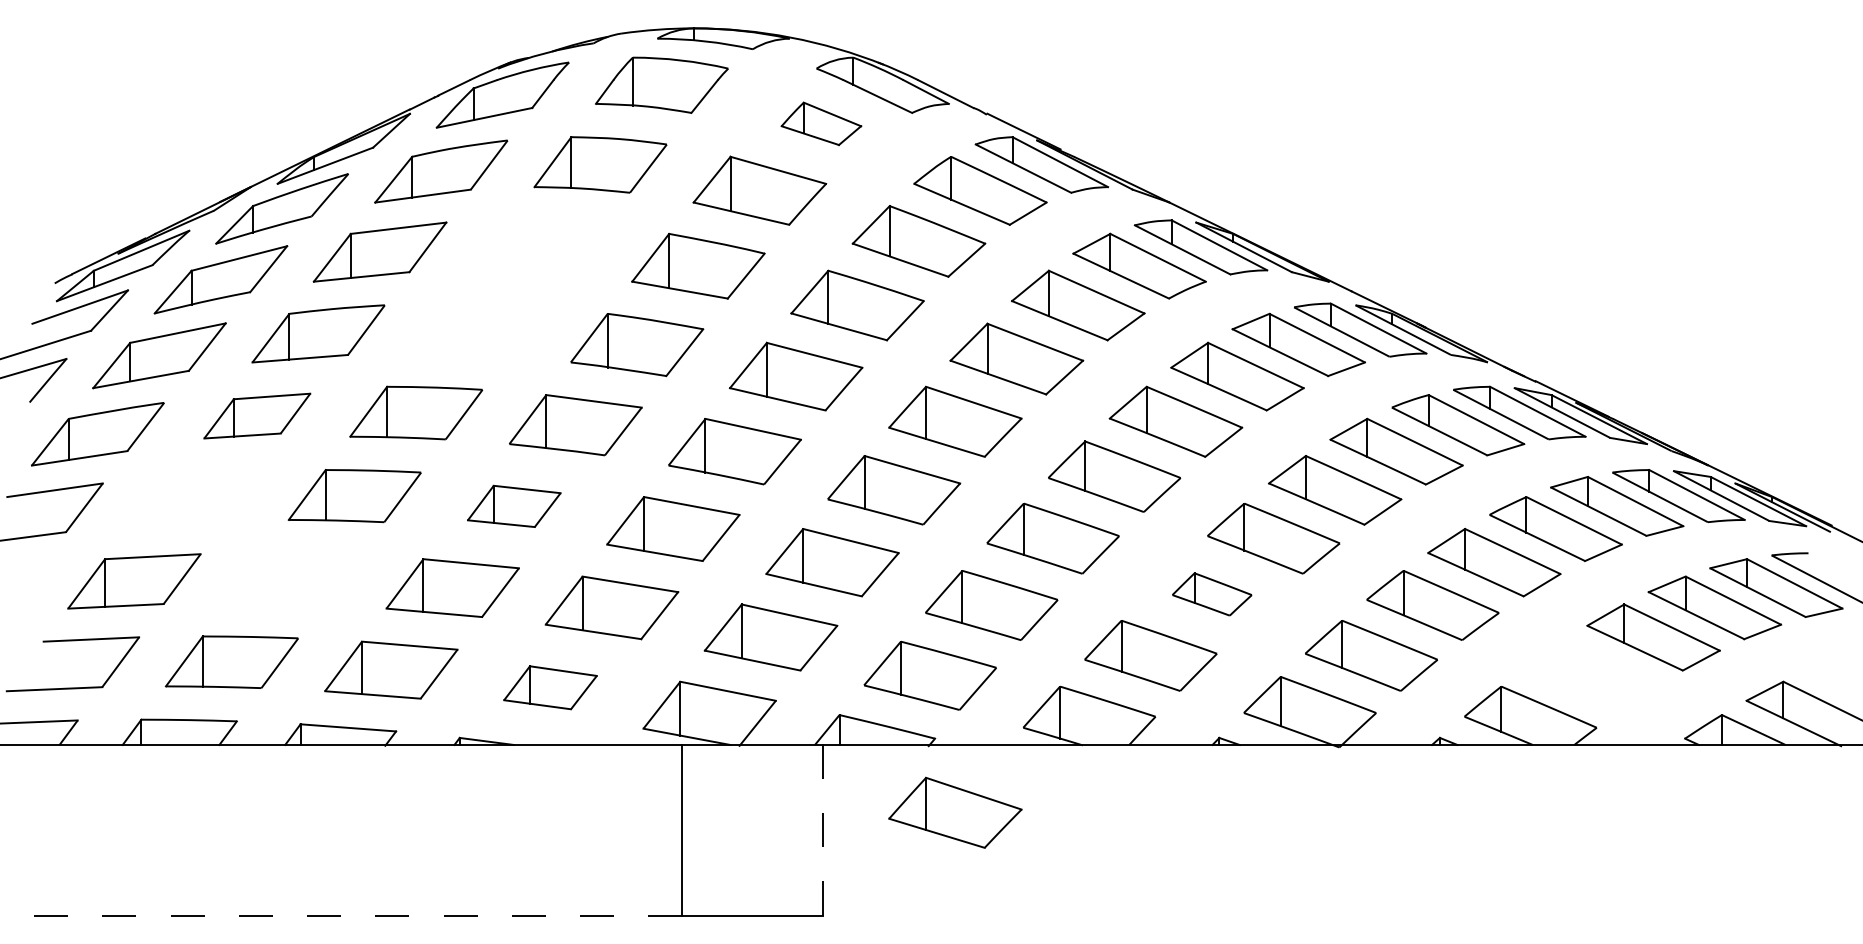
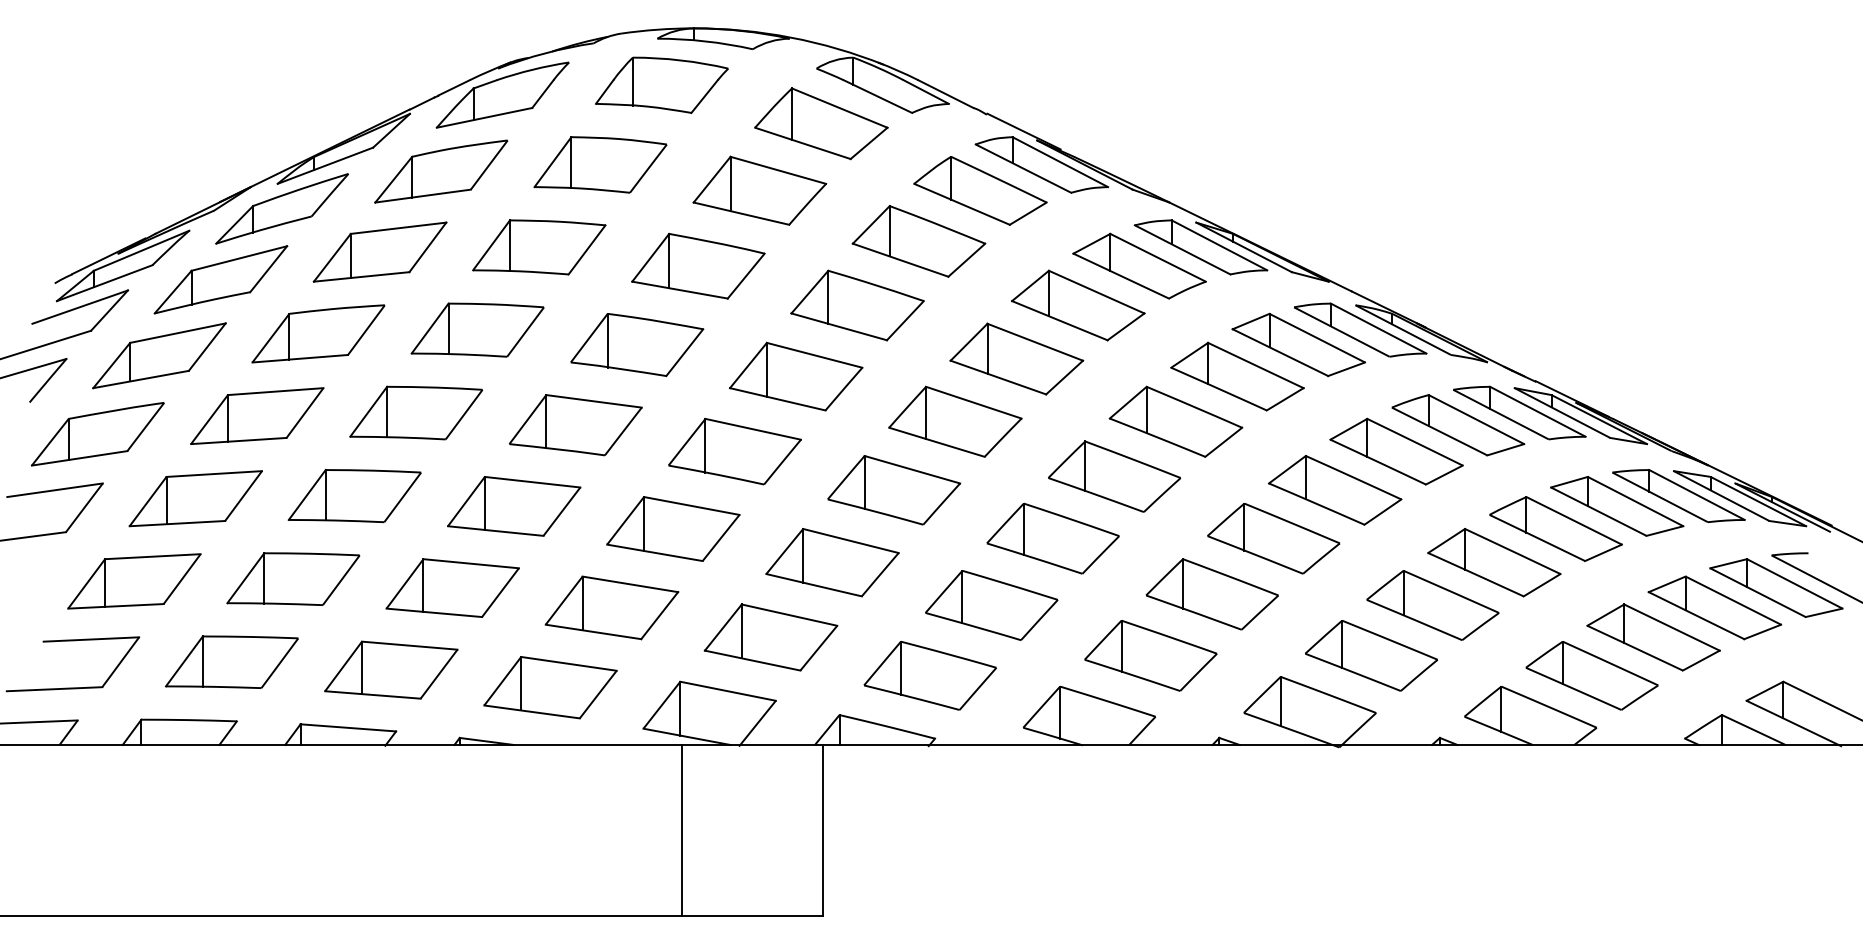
part at (821, 123) size: 83x46 px -> 135x74 px
part at (539, 247): none -> present
part at (477, 329): none -> present
part at (257, 415) size: 109x48 px -> 135x58 px
part at (195, 498): none -> present
part at (514, 505) size: 95x44 px -> 135x61 px
part at (293, 578): none -> present
part at (1212, 594) size: 81x45 px -> 134x73 px
part at (1591, 675): none -> present
part at (550, 687) size: 95x46 px -> 135x64 px
part at (955, 812): present -> none
line at (823, 829): dashed -> solid
line at (341, 915): dashed -> solid
